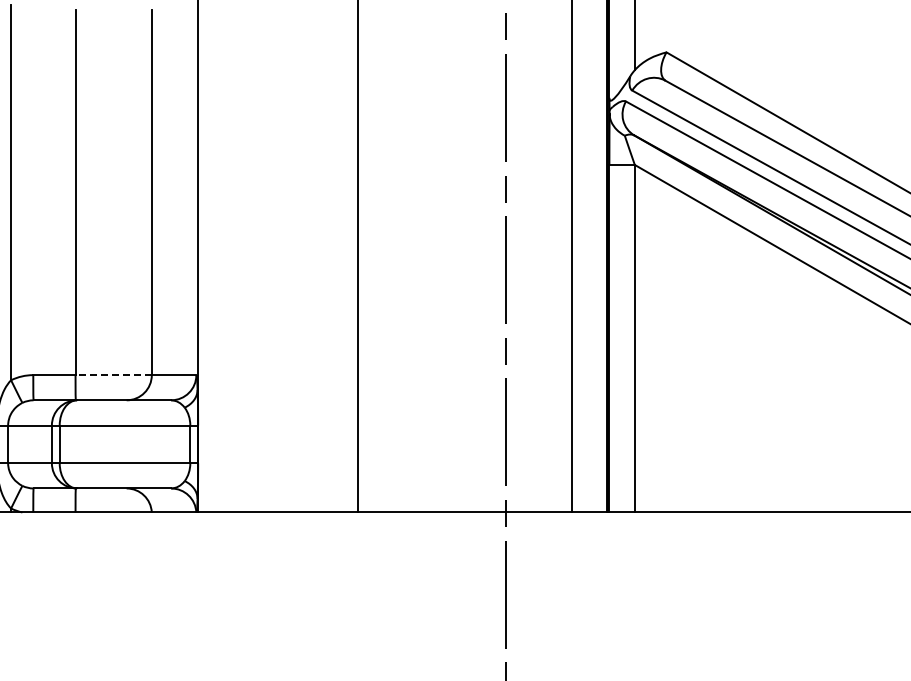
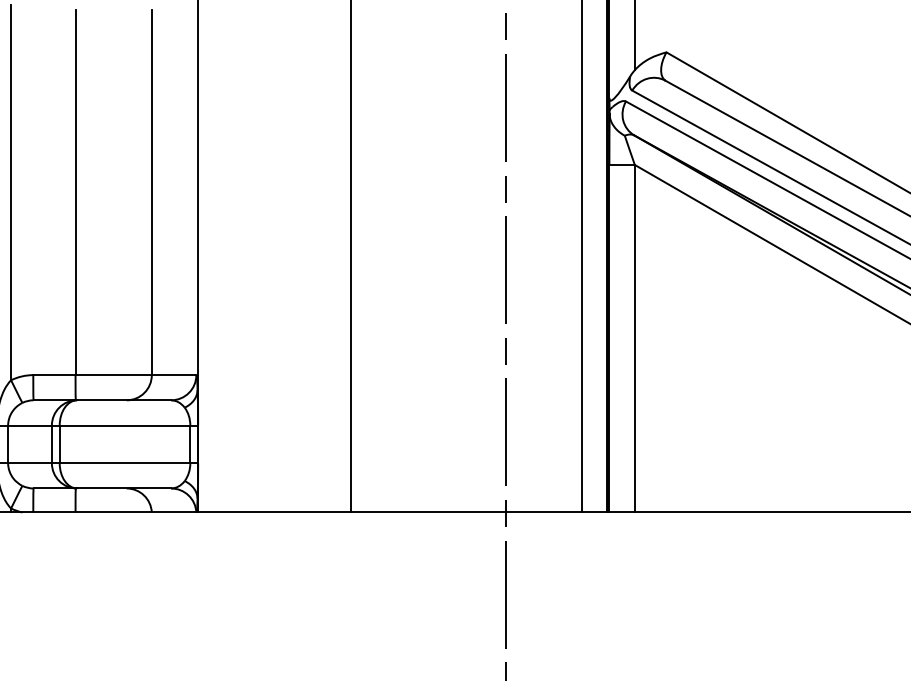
line at (357, 257) position: (357, 257) -> (350, 257)
line at (572, 257) position: (572, 257) -> (582, 257)
line at (113, 375): dashed -> solid
